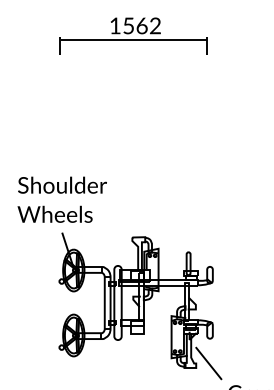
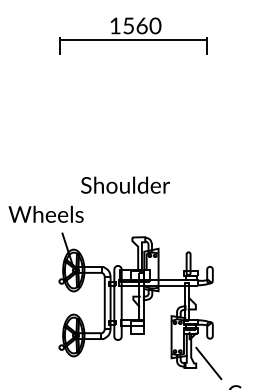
text at (155, 26): 1562 -> 1560
text at (62, 184) position: (62, 184) -> (125, 184)
text at (54, 213) position: (54, 213) -> (45, 213)
